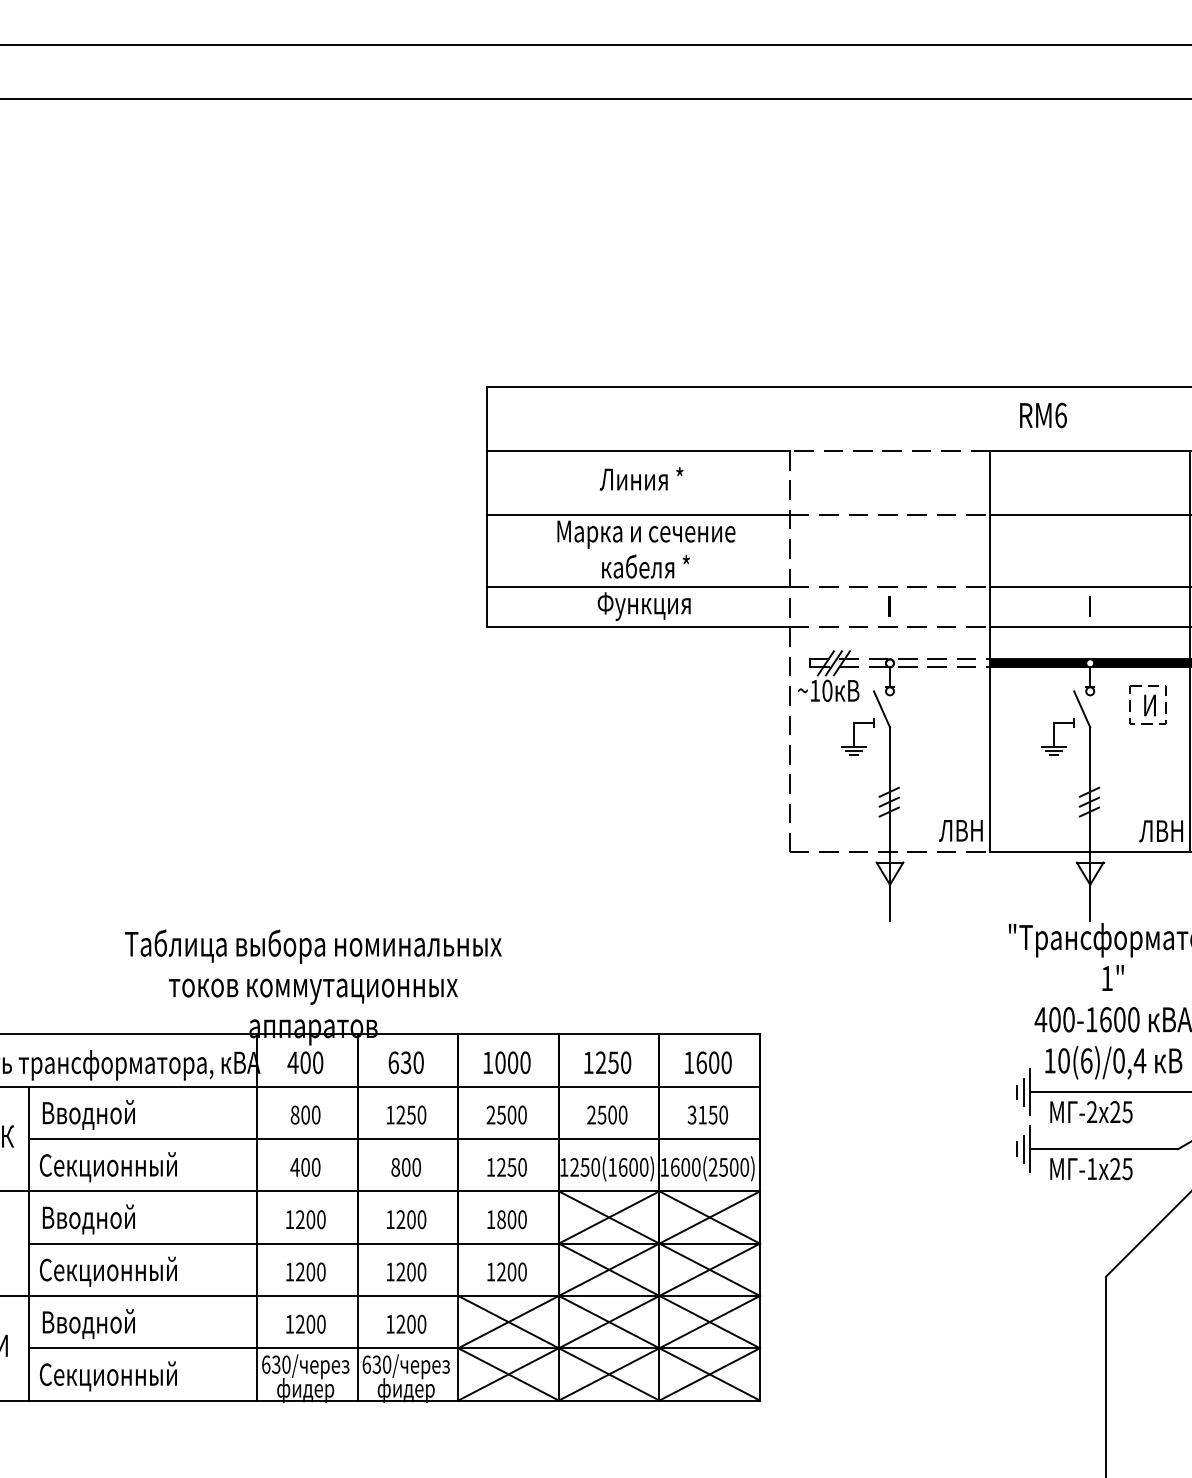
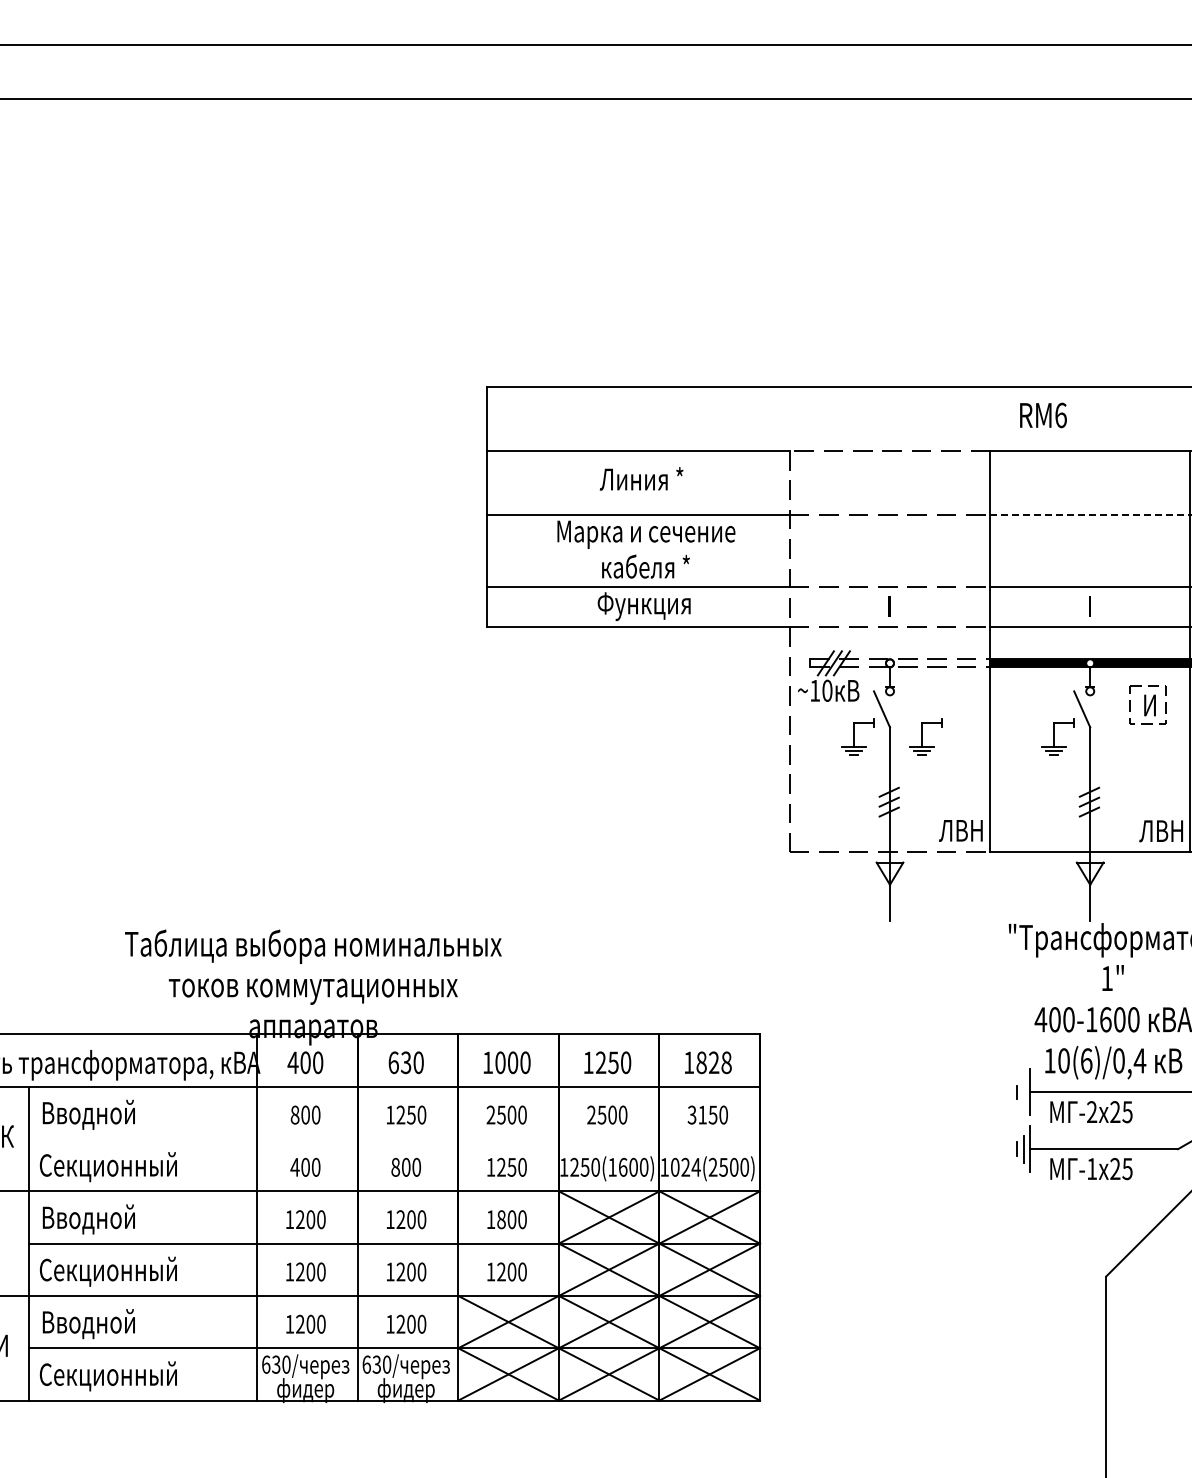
line at (1091, 515): solid -> dashed
part at (925, 736): none -> present
text at (713, 1062): 1600 -> 1828
line at (1023, 1091): present -> none
line at (394, 1139): present -> none
text at (685, 1166): 1600(2500) -> 1024(2500)
